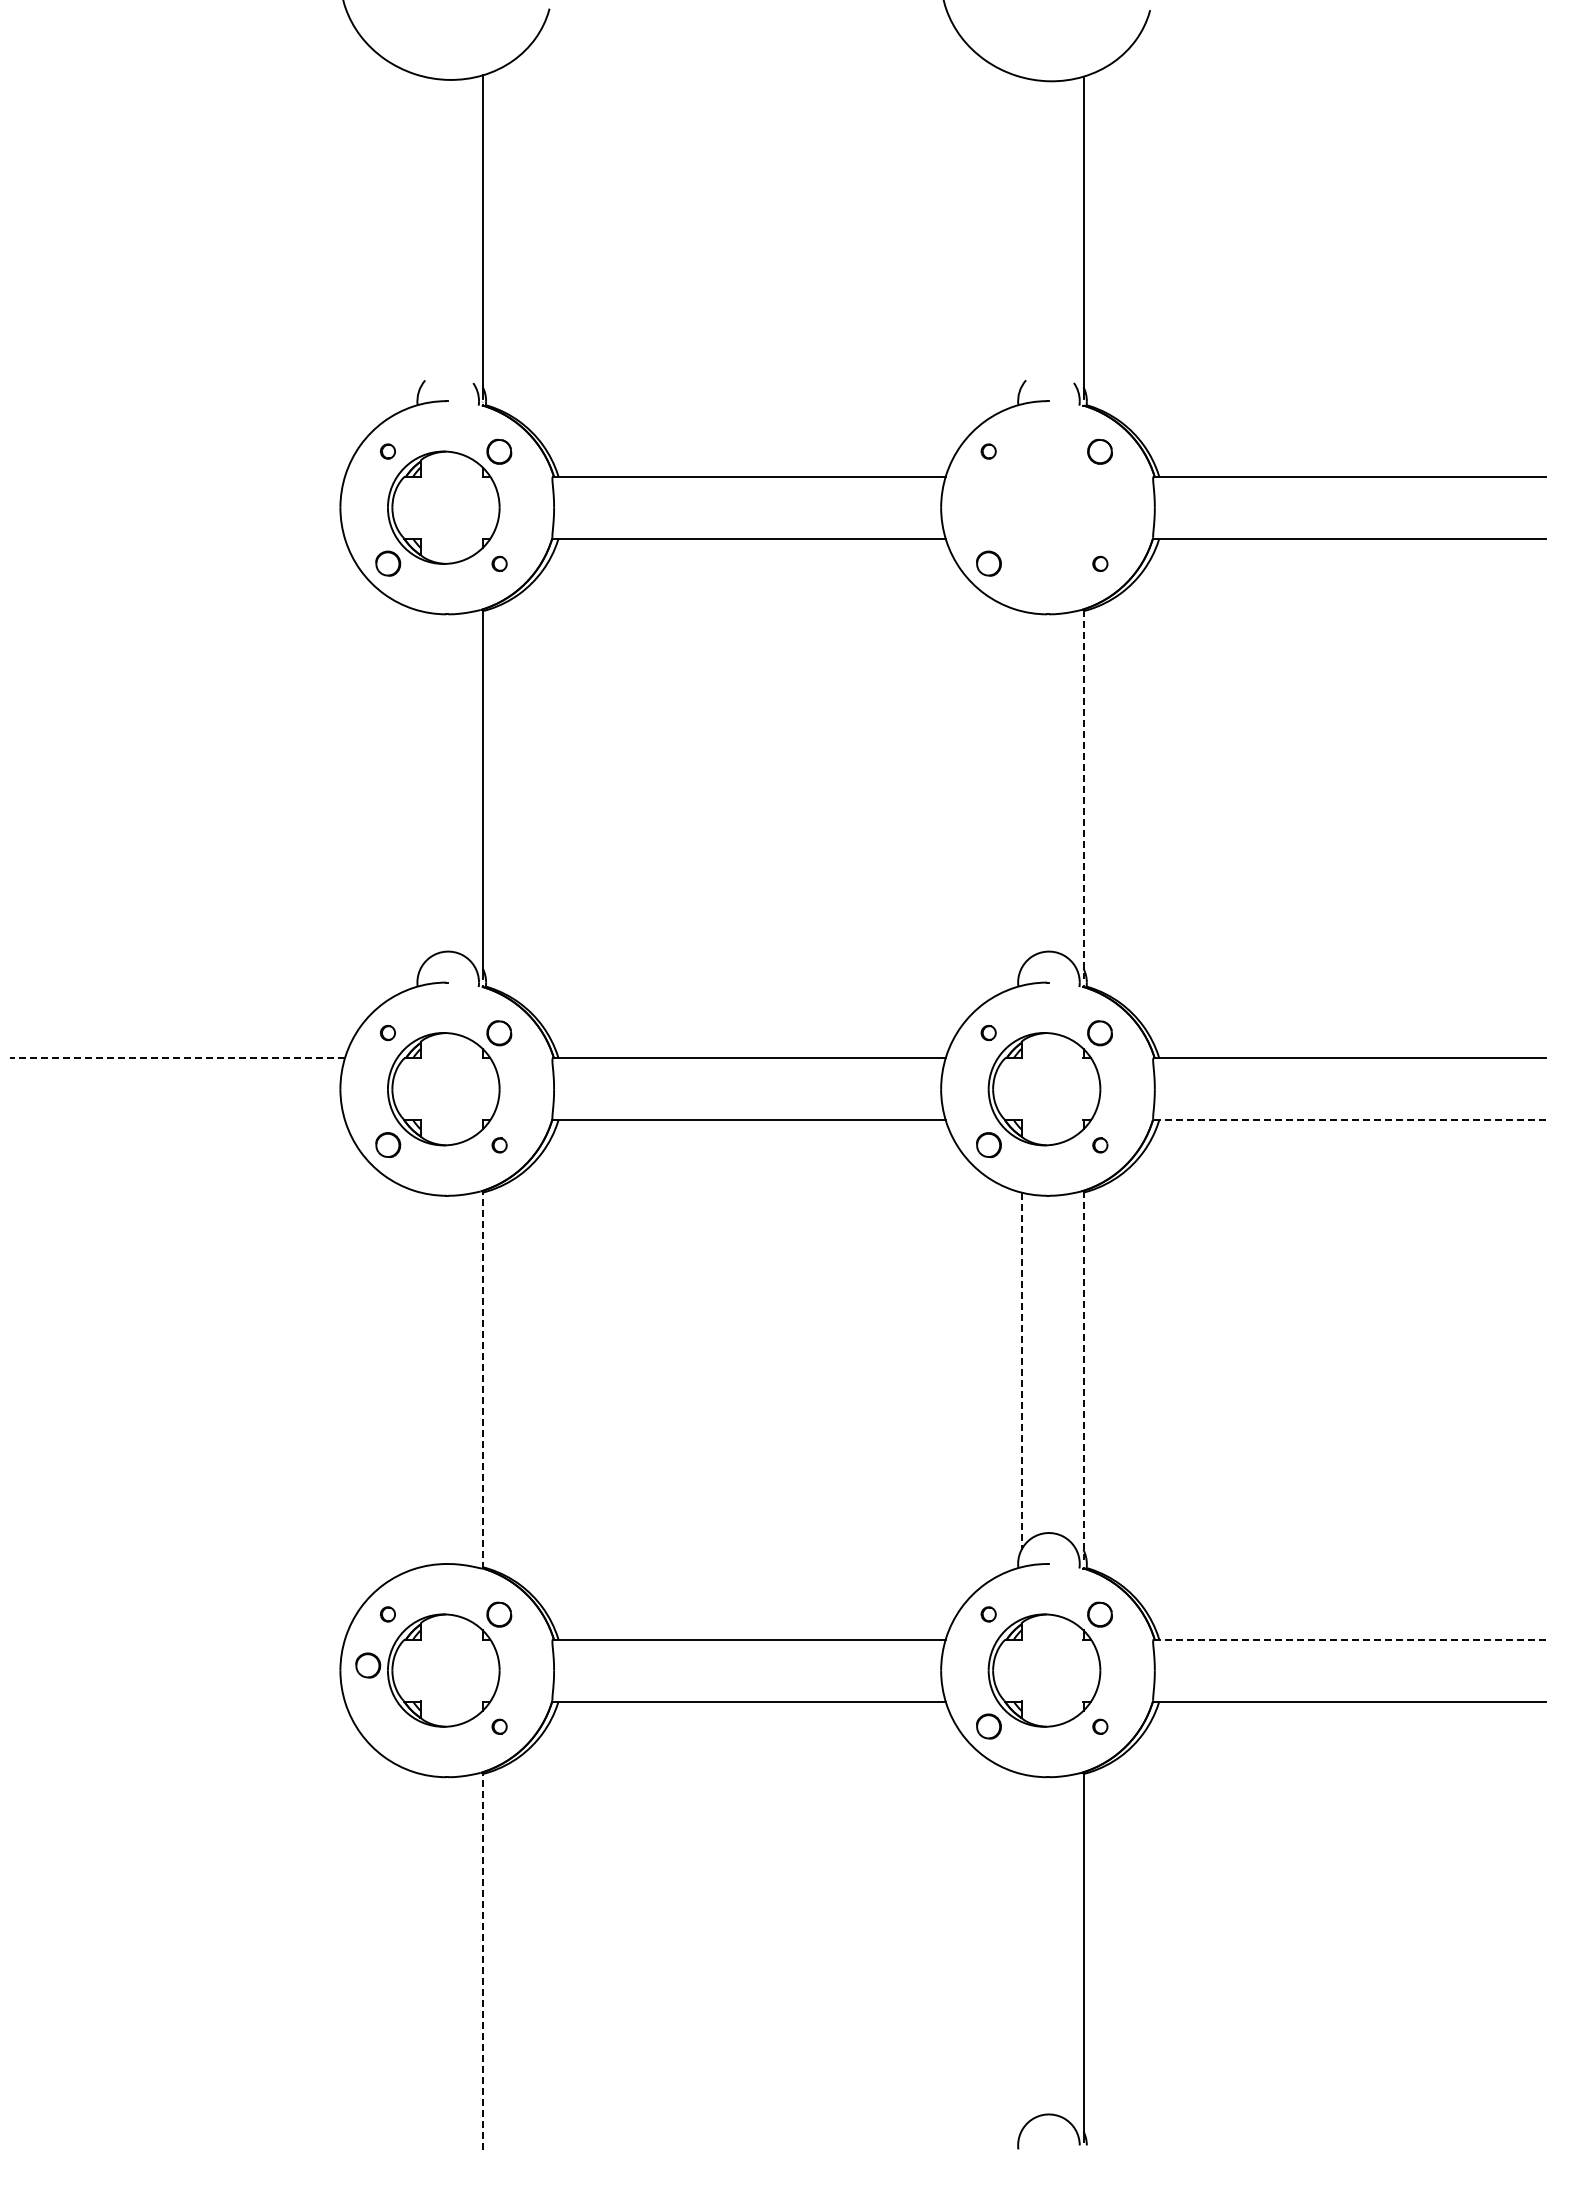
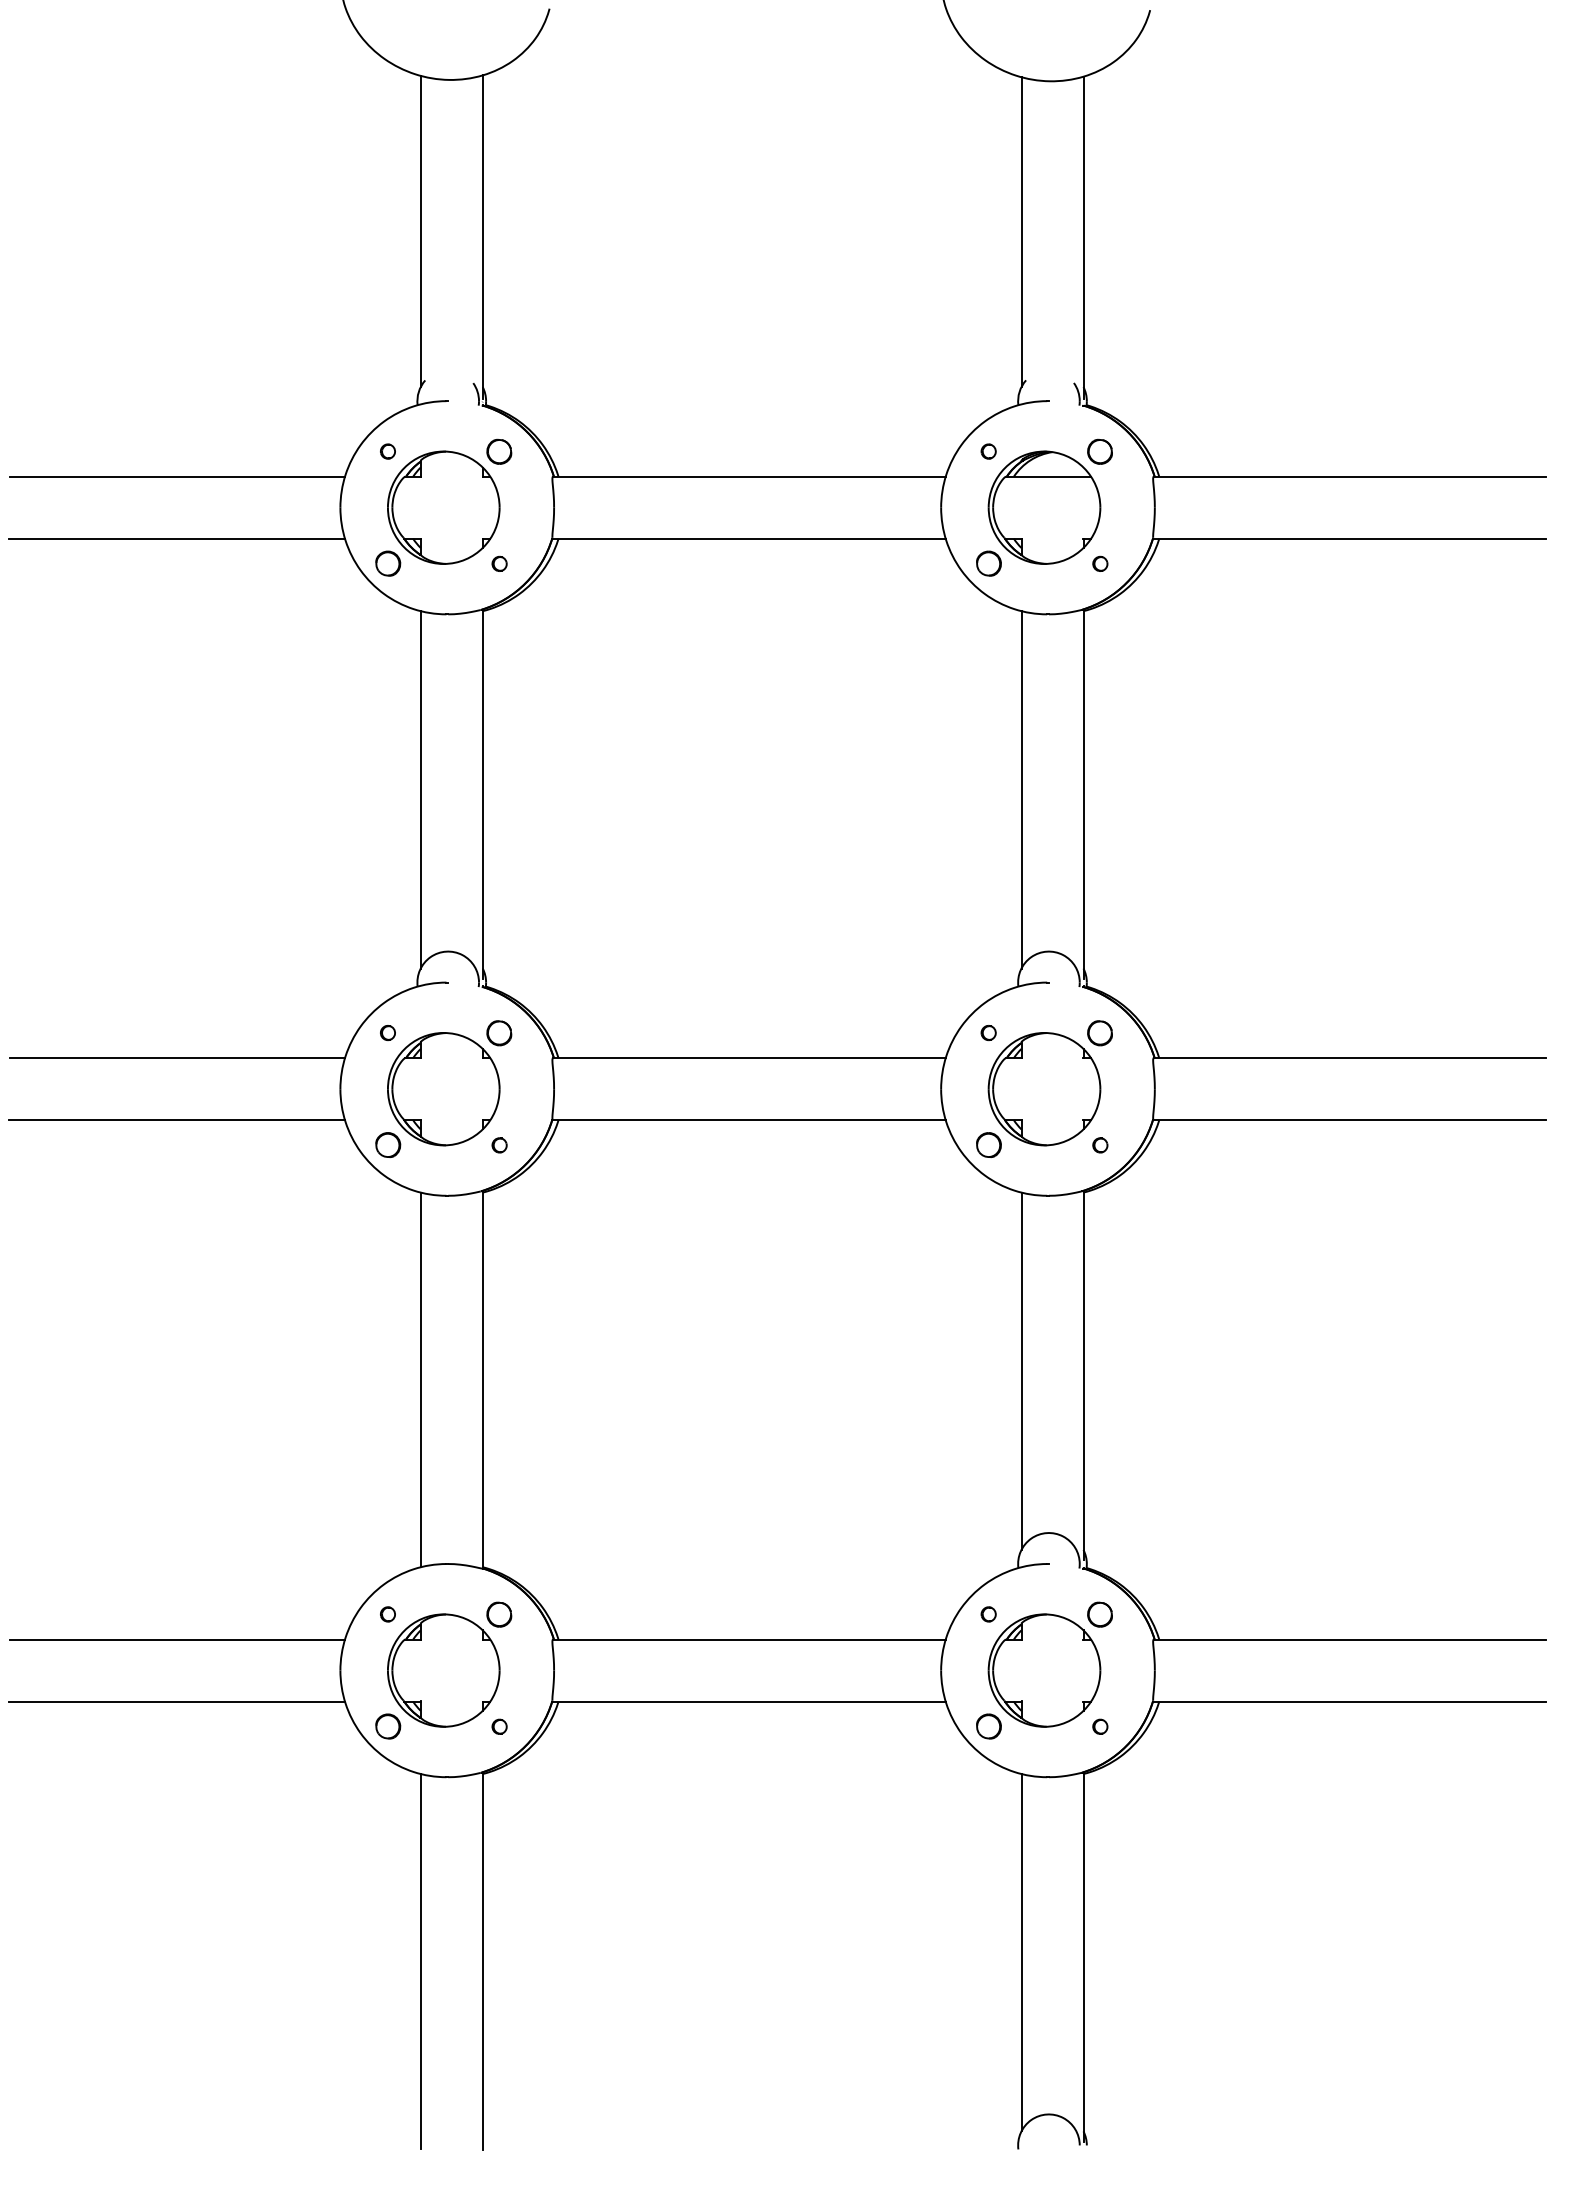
line at (420, 231): none -> present
line at (1021, 232): none -> present
line at (177, 476): none -> present
part at (1044, 507): none -> present
line at (176, 538): none -> present
line at (420, 789): none -> present
line at (1021, 789): none -> present
line at (1083, 794): dashed -> solid
line at (177, 1058): dashed -> solid
line at (176, 1120): none -> present
line at (1349, 1120): dashed -> solid
line at (1021, 1371): dashed -> solid
line at (1083, 1375): dashed -> solid
line at (420, 1379): none -> present
line at (482, 1379): dashed -> solid
line at (177, 1639): none -> present
line at (1350, 1639): dashed -> solid
part at (368, 1665) position: (368, 1665) -> (388, 1726)
line at (176, 1701): none -> present
line at (1021, 1952): none -> present
line at (420, 1961): none -> present
line at (482, 1961): dashed -> solid
